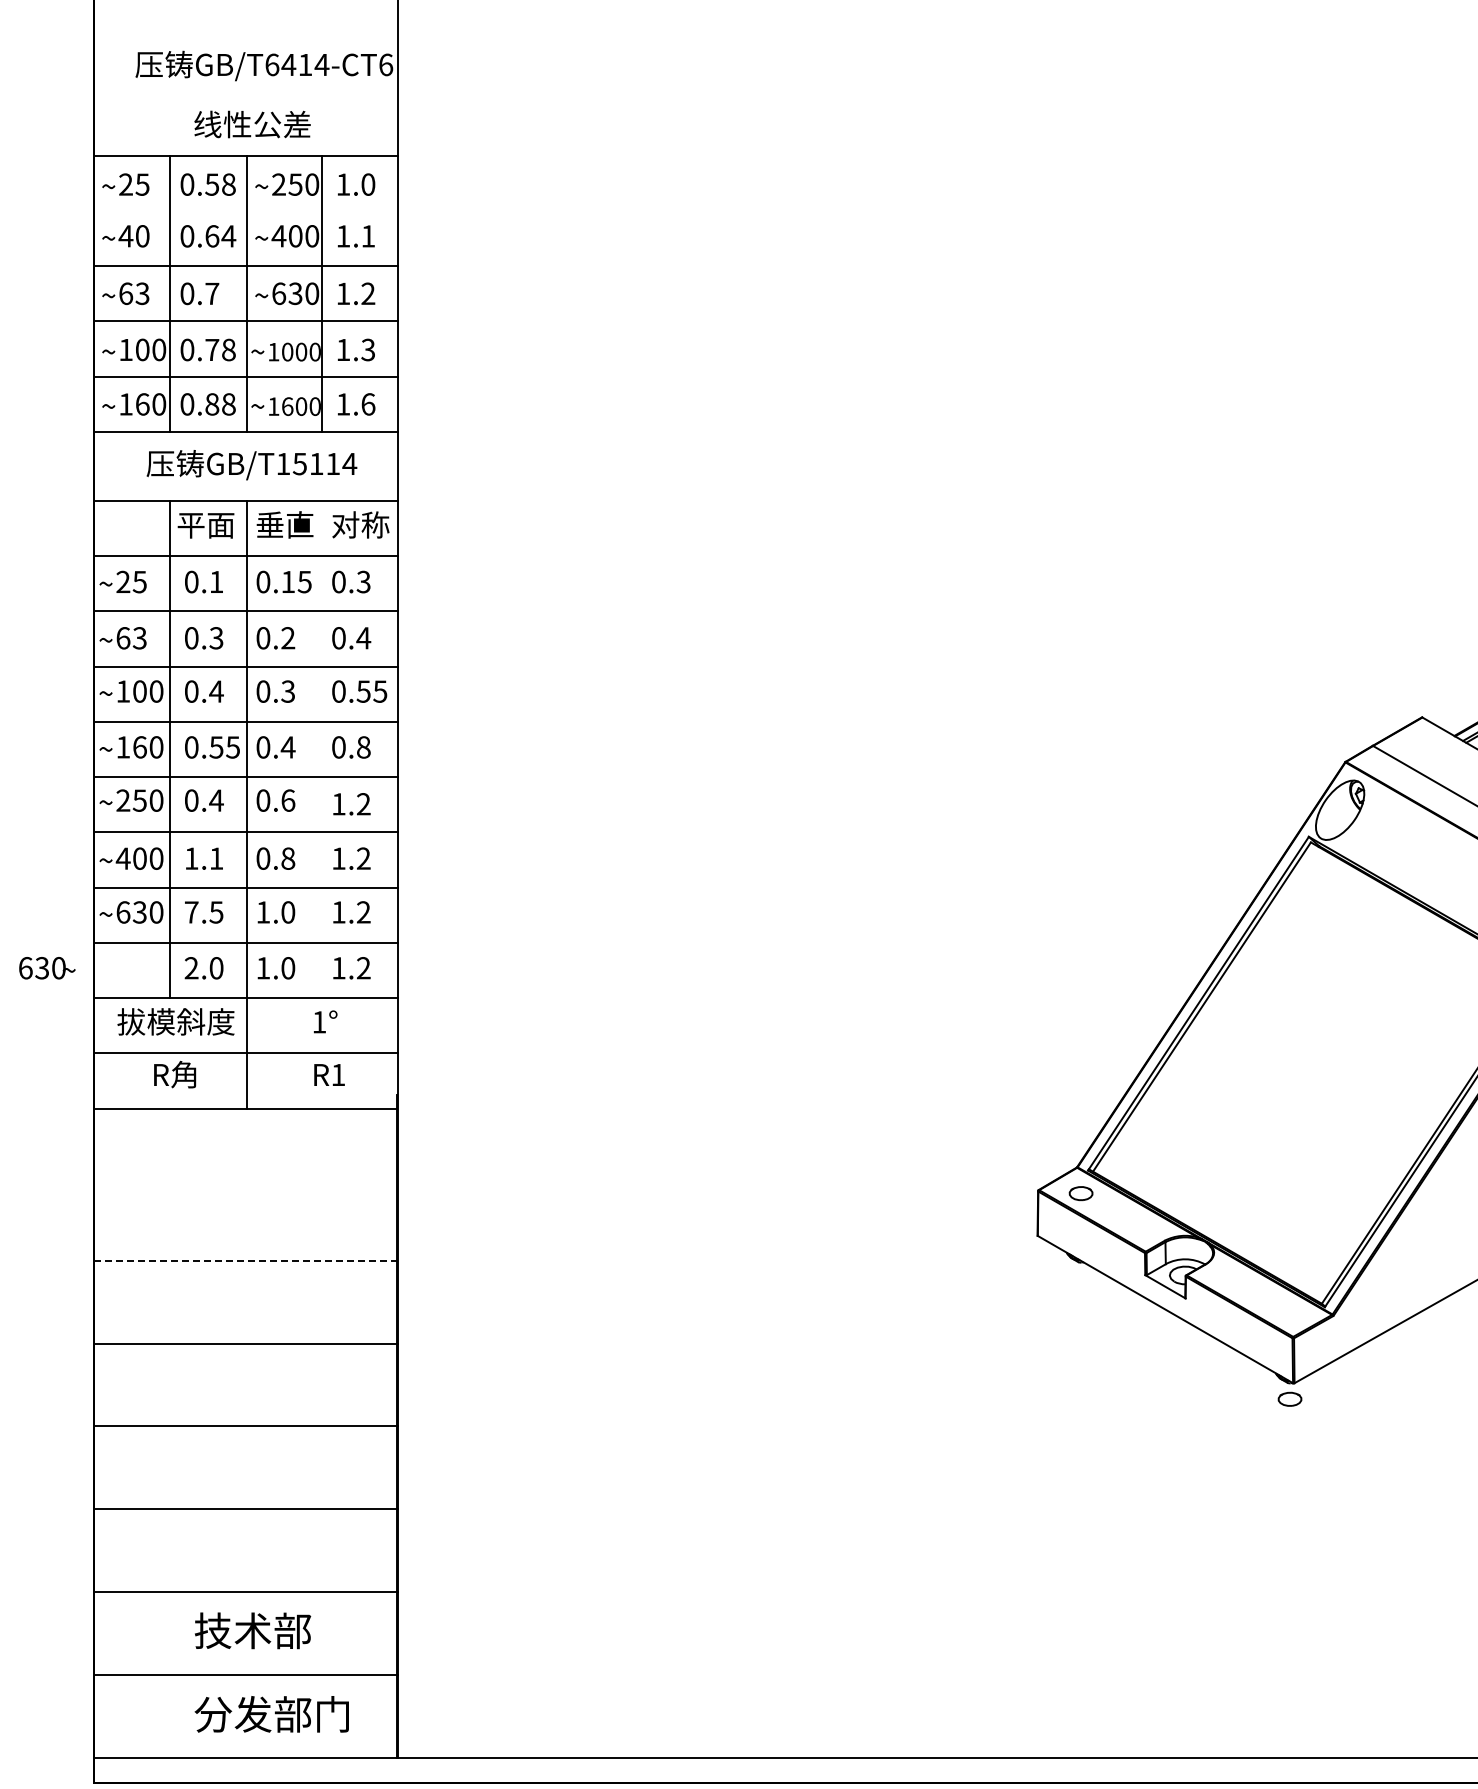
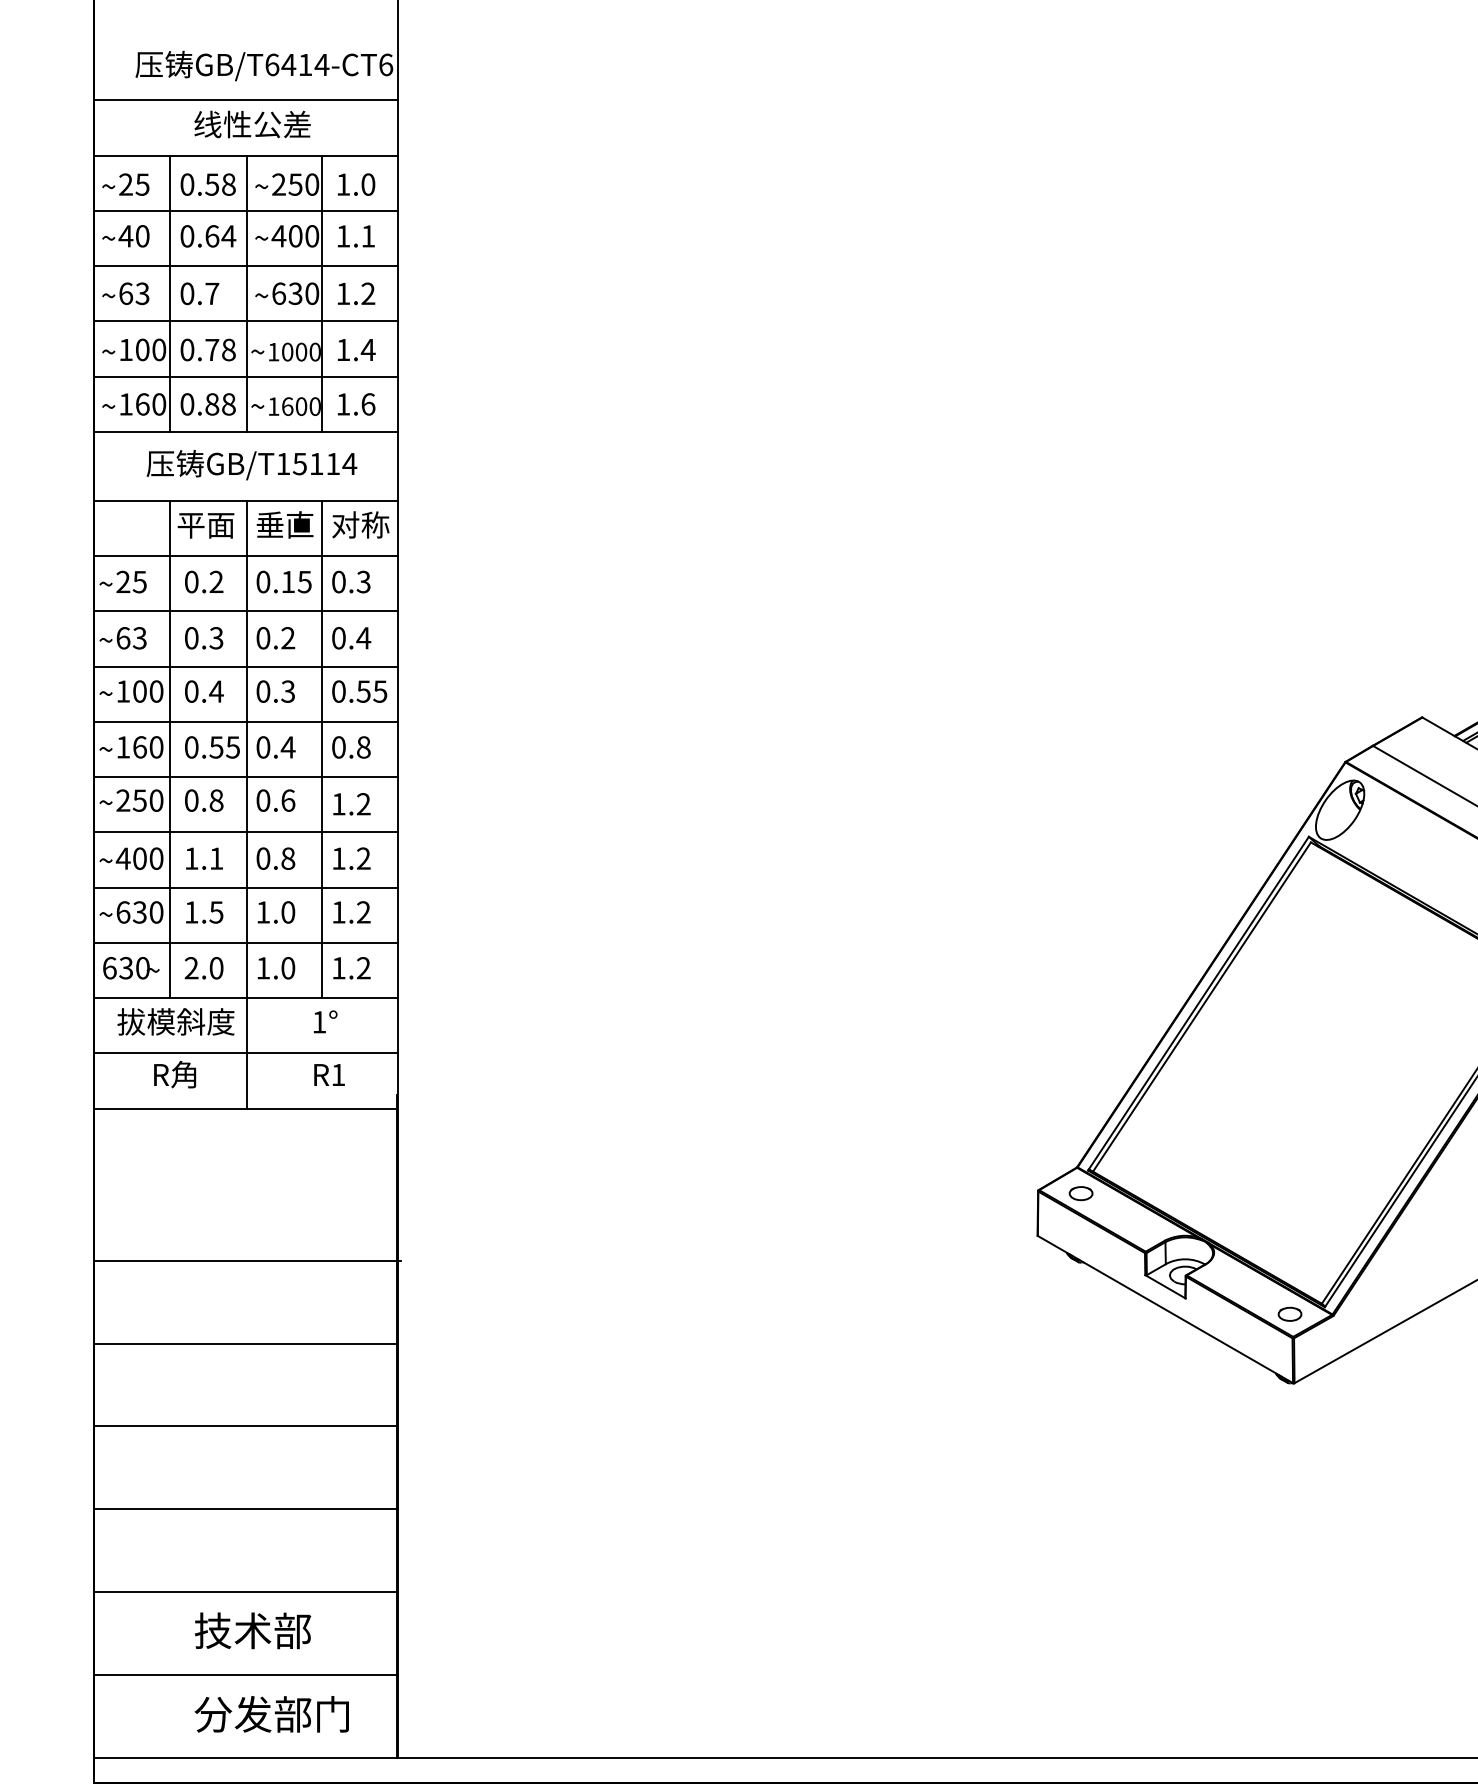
line at (245, 100): none -> present
line at (245, 210): none -> present
text at (367, 349): 1.3 -> 1.4
text at (216, 581): 0.1 -> 0.2
line at (321, 749): none -> present
text at (216, 800): 0.4 -> 0.8
text at (191, 912): 7.5 -> 1.5
text at (47, 968) position: (47, 968) -> (131, 968)
line at (247, 1260): dashed -> solid
part at (1289, 1398) position: (1289, 1398) -> (1289, 1313)
